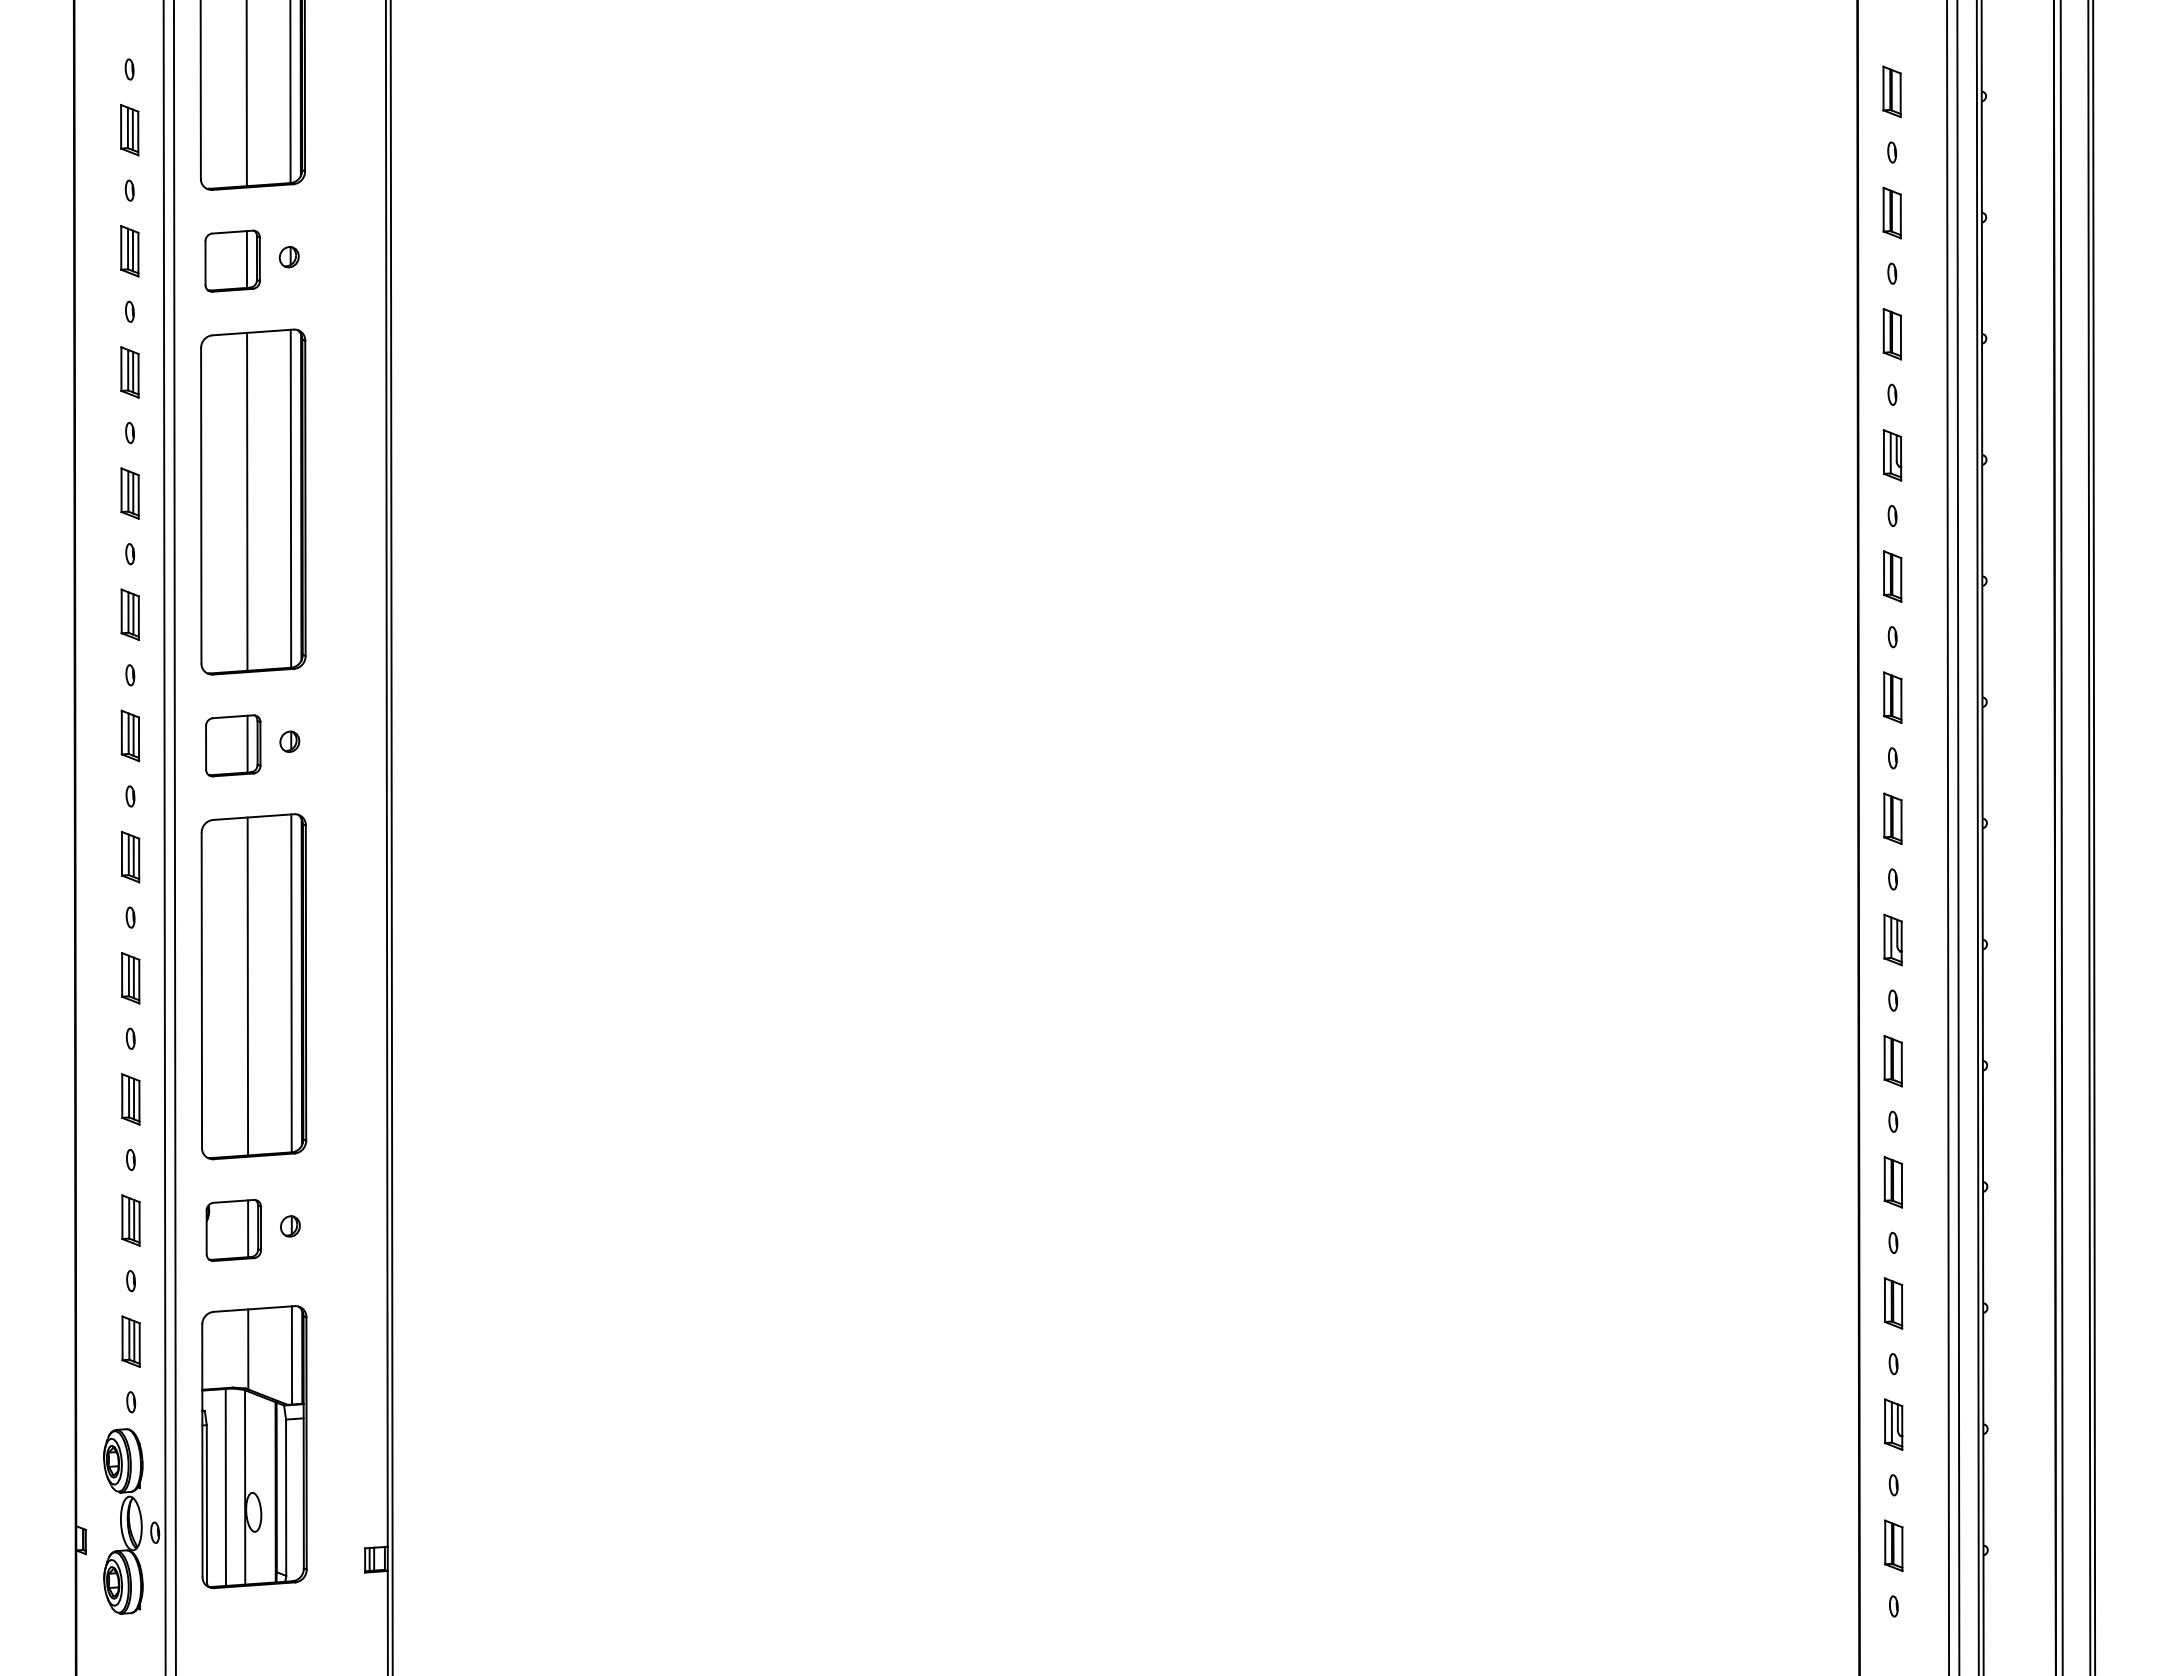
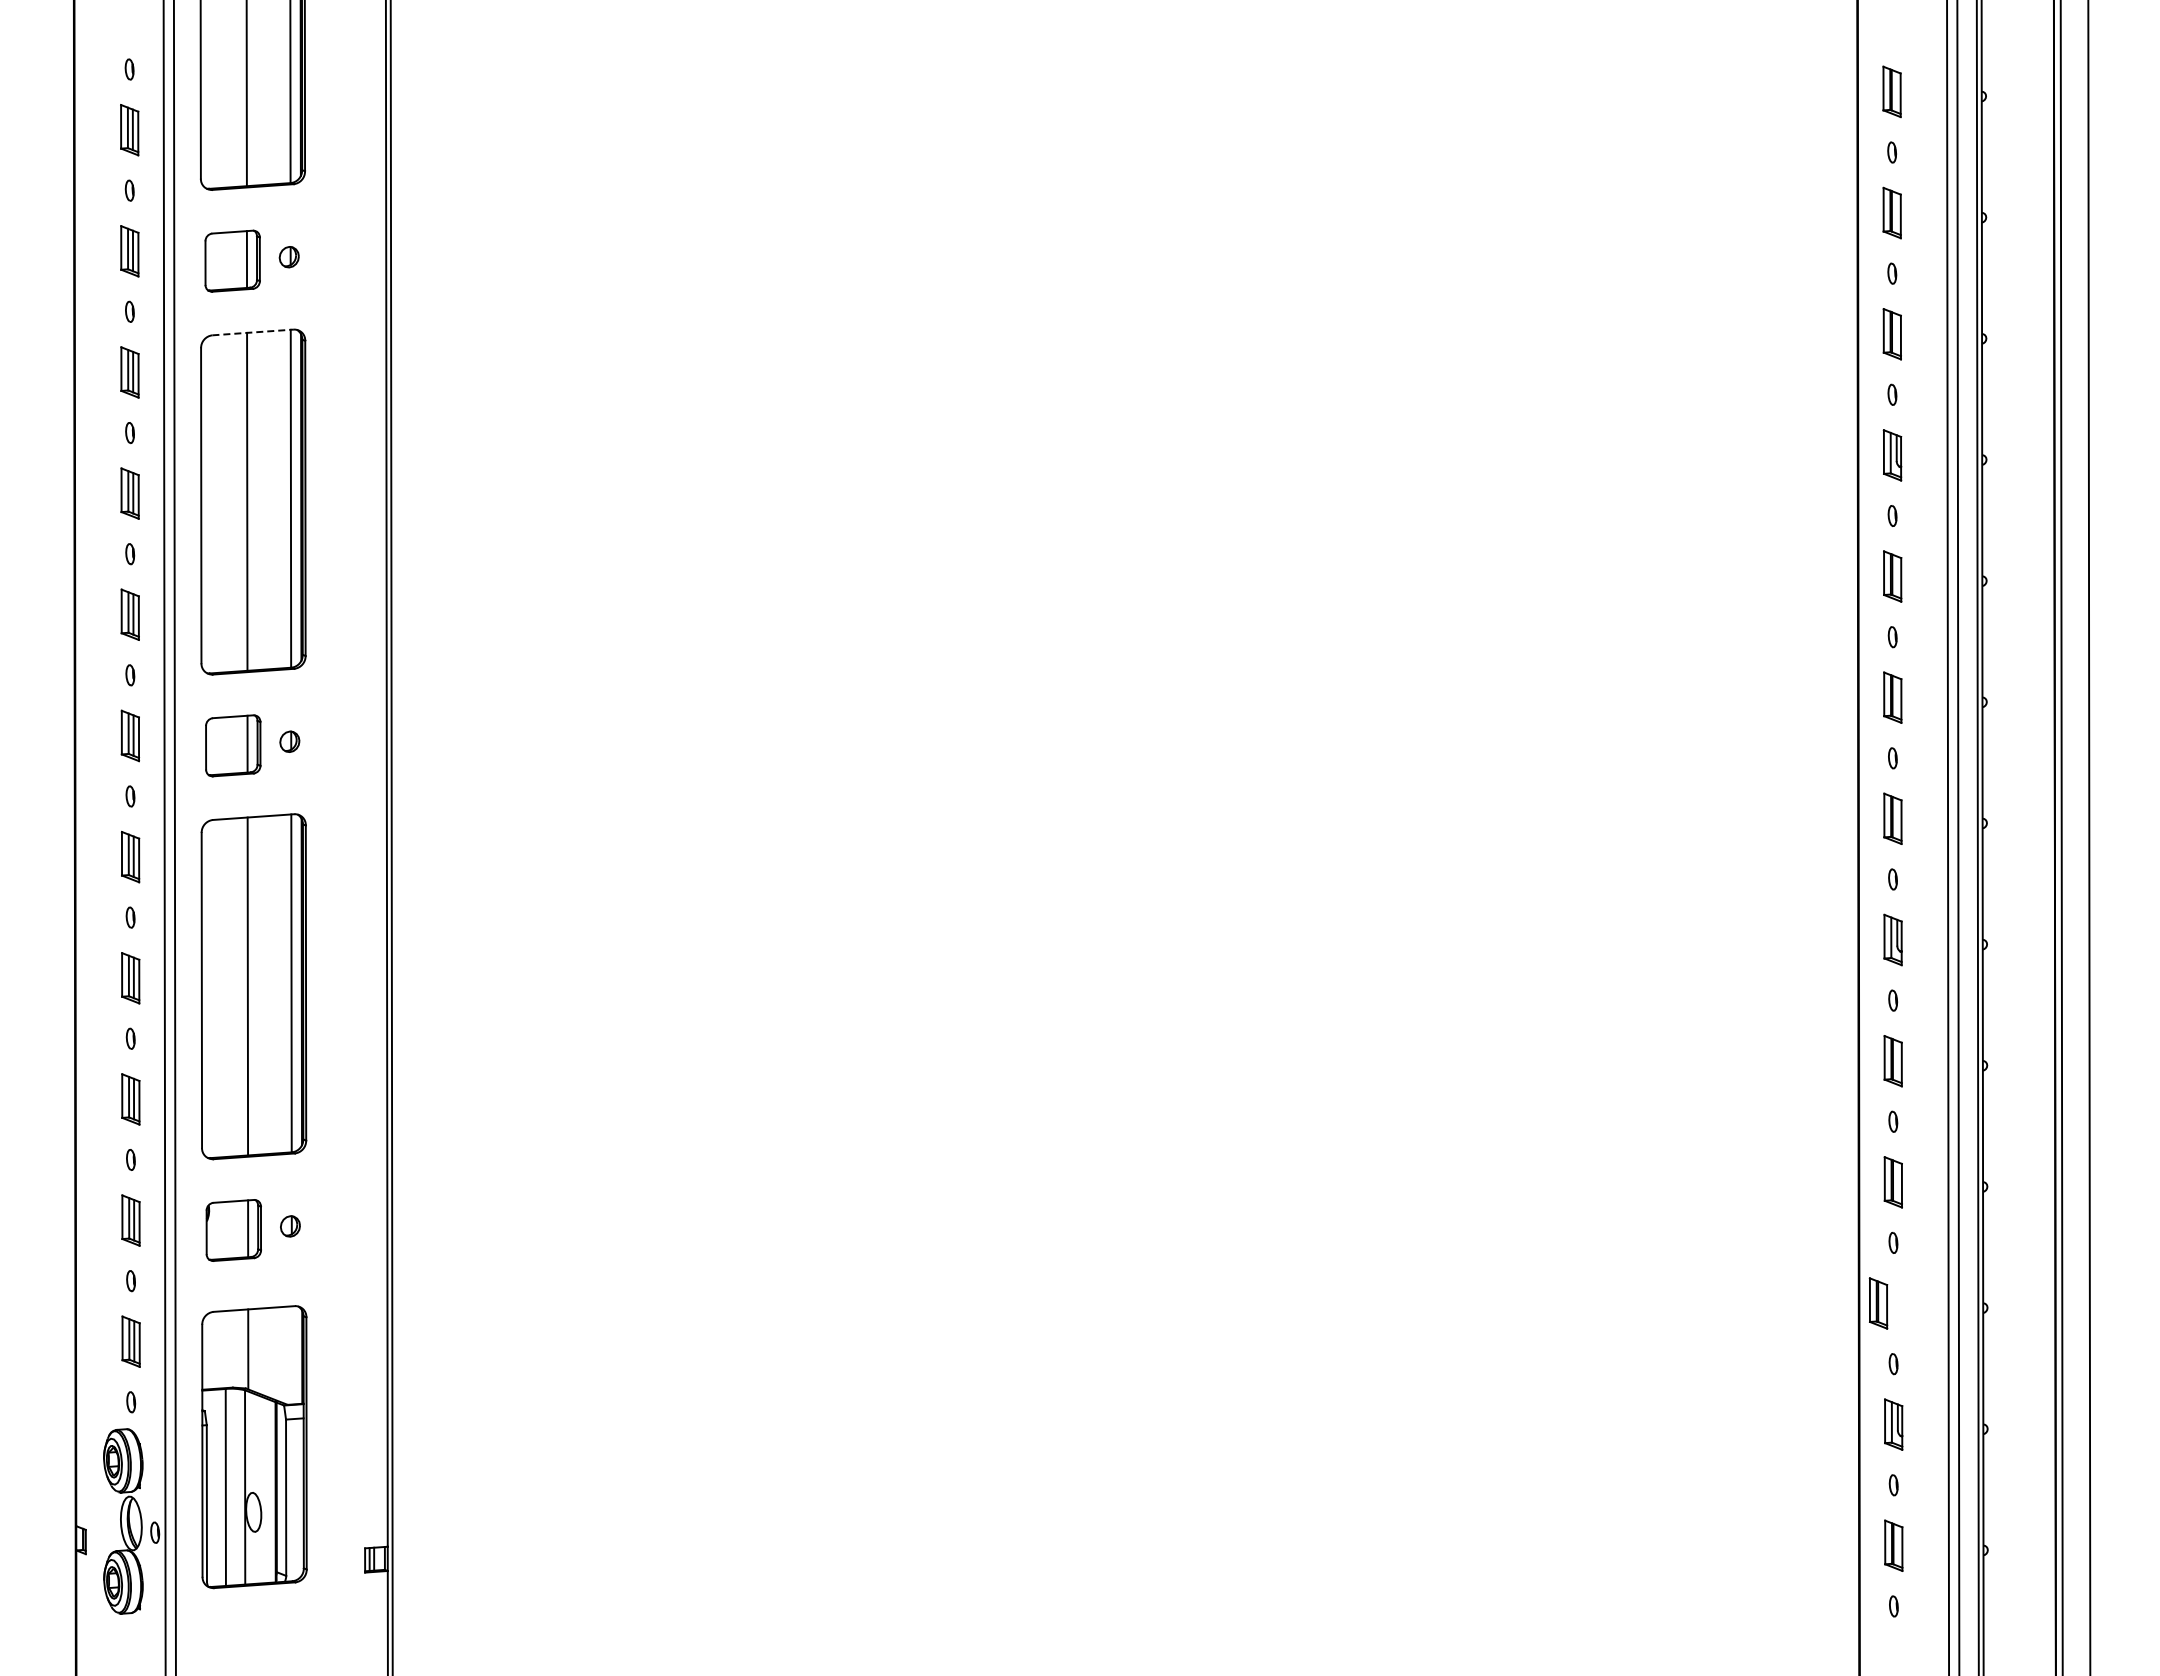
line at (253, 332): solid -> dashed
line at (2094, 837): present -> none
part at (1893, 1303) position: (1893, 1303) -> (1878, 1303)
line at (291, 1355): present -> none
